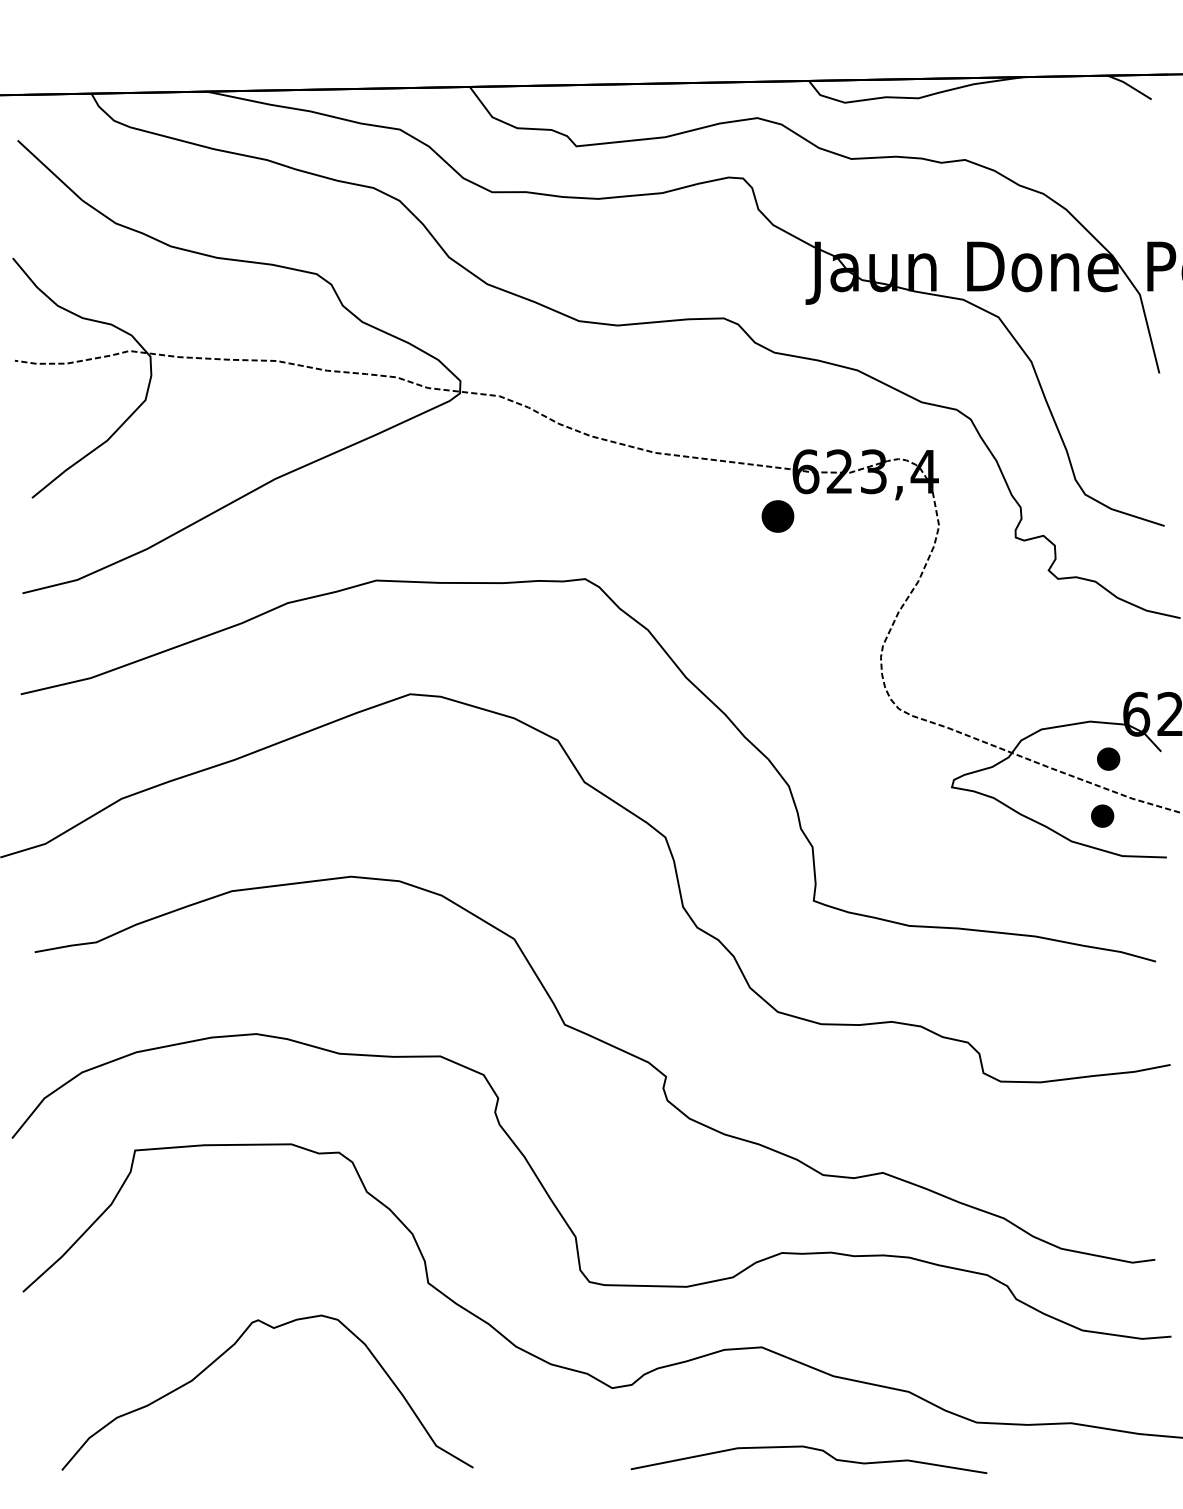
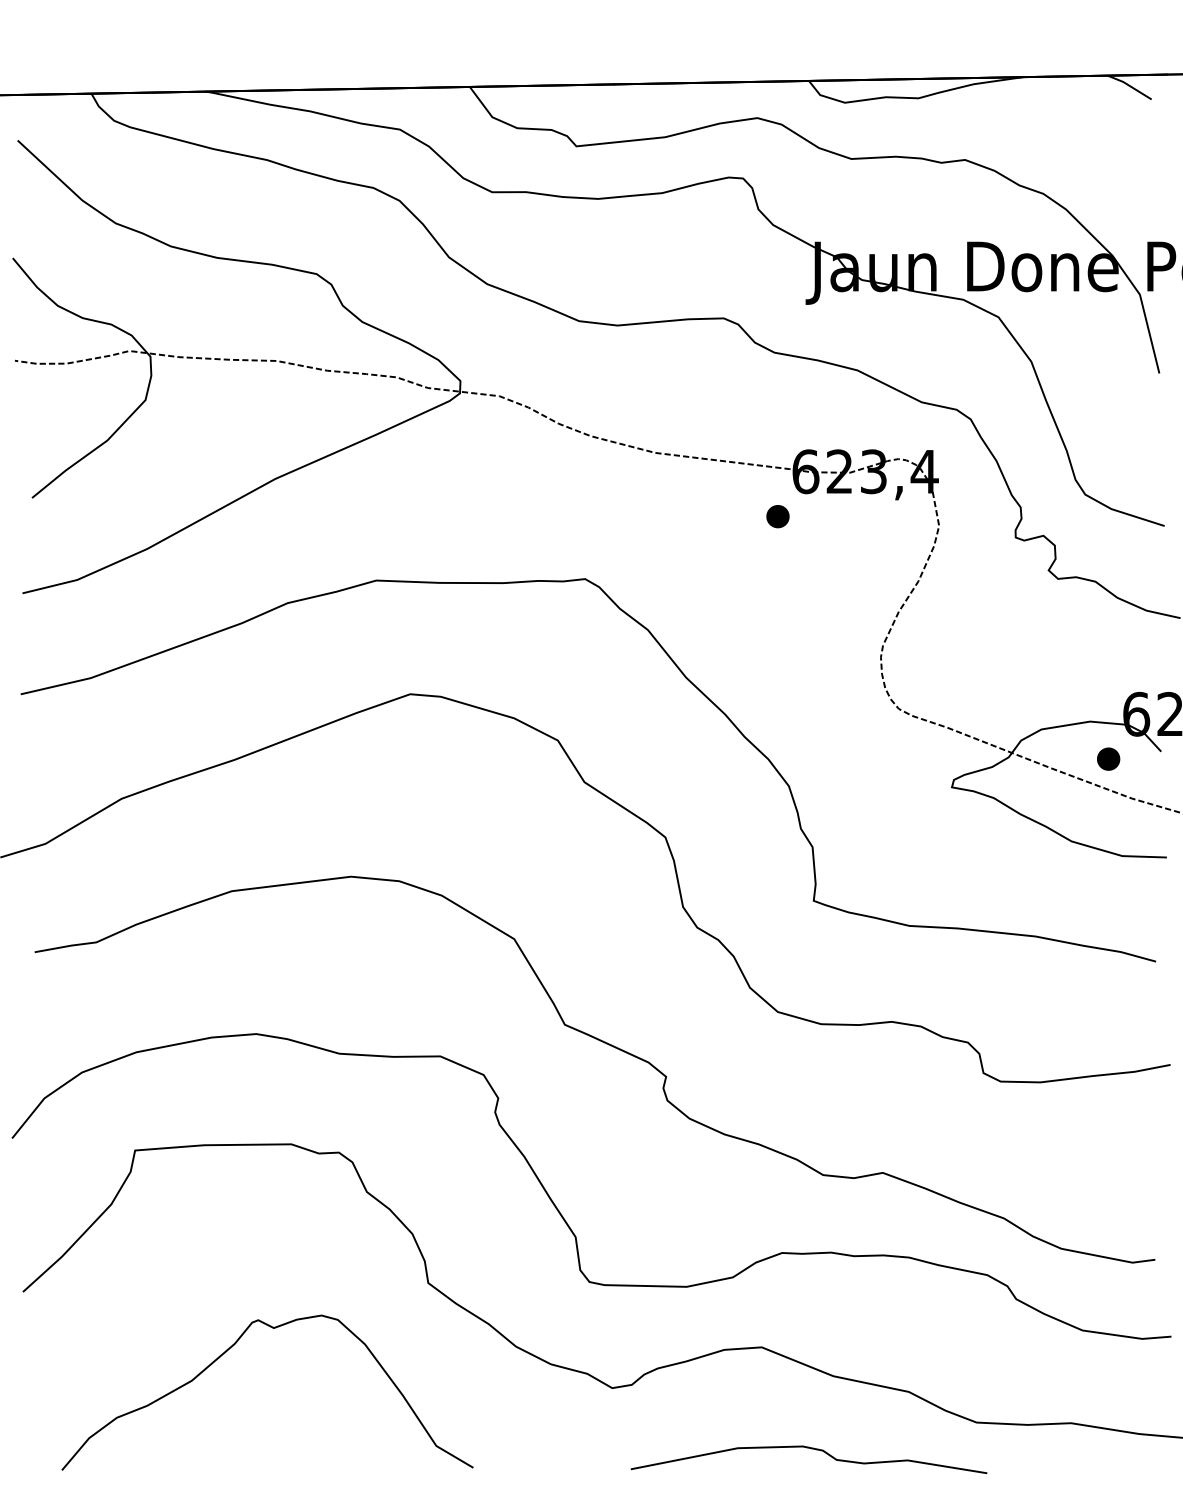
part at (777, 516) size: 34x33 px -> 24x24 px
part at (1102, 815): present -> none
